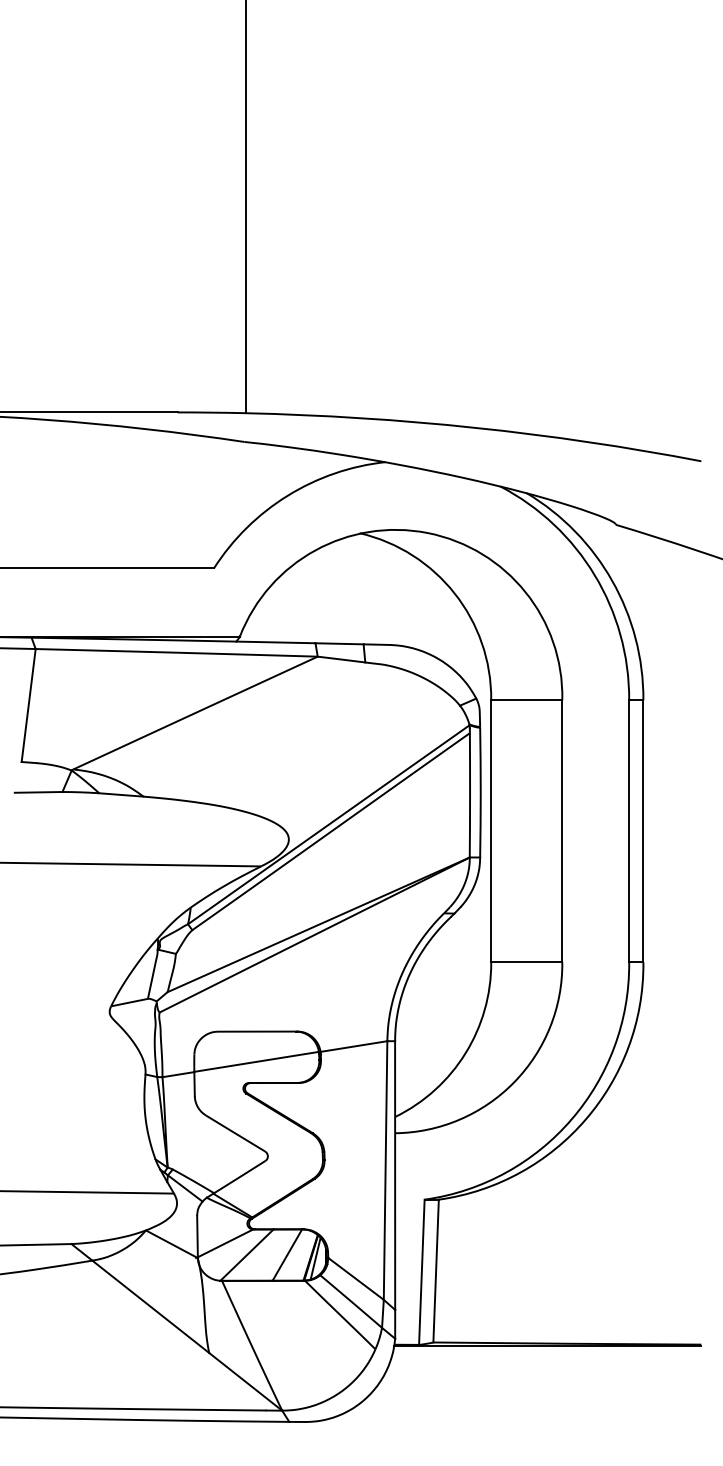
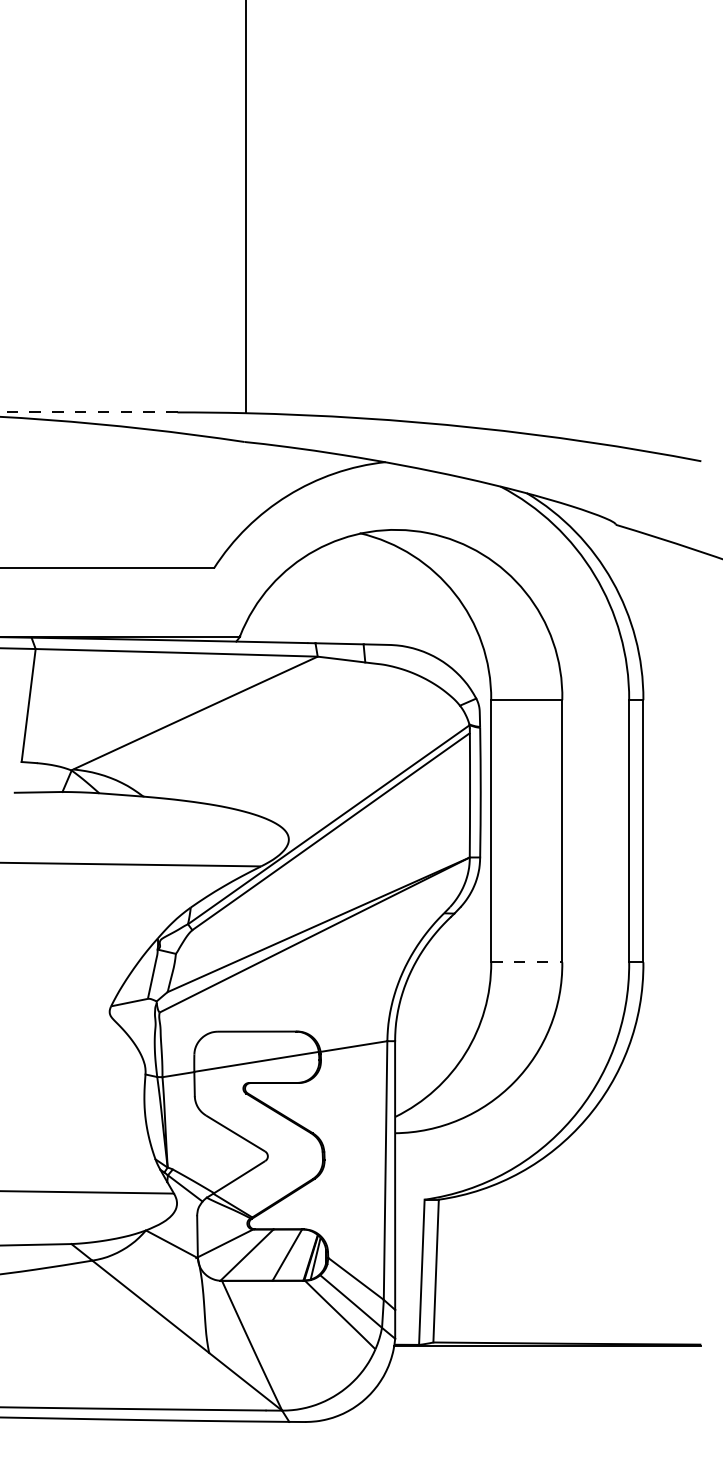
line at (88, 412): solid -> dashed
line at (526, 962): solid -> dashed
